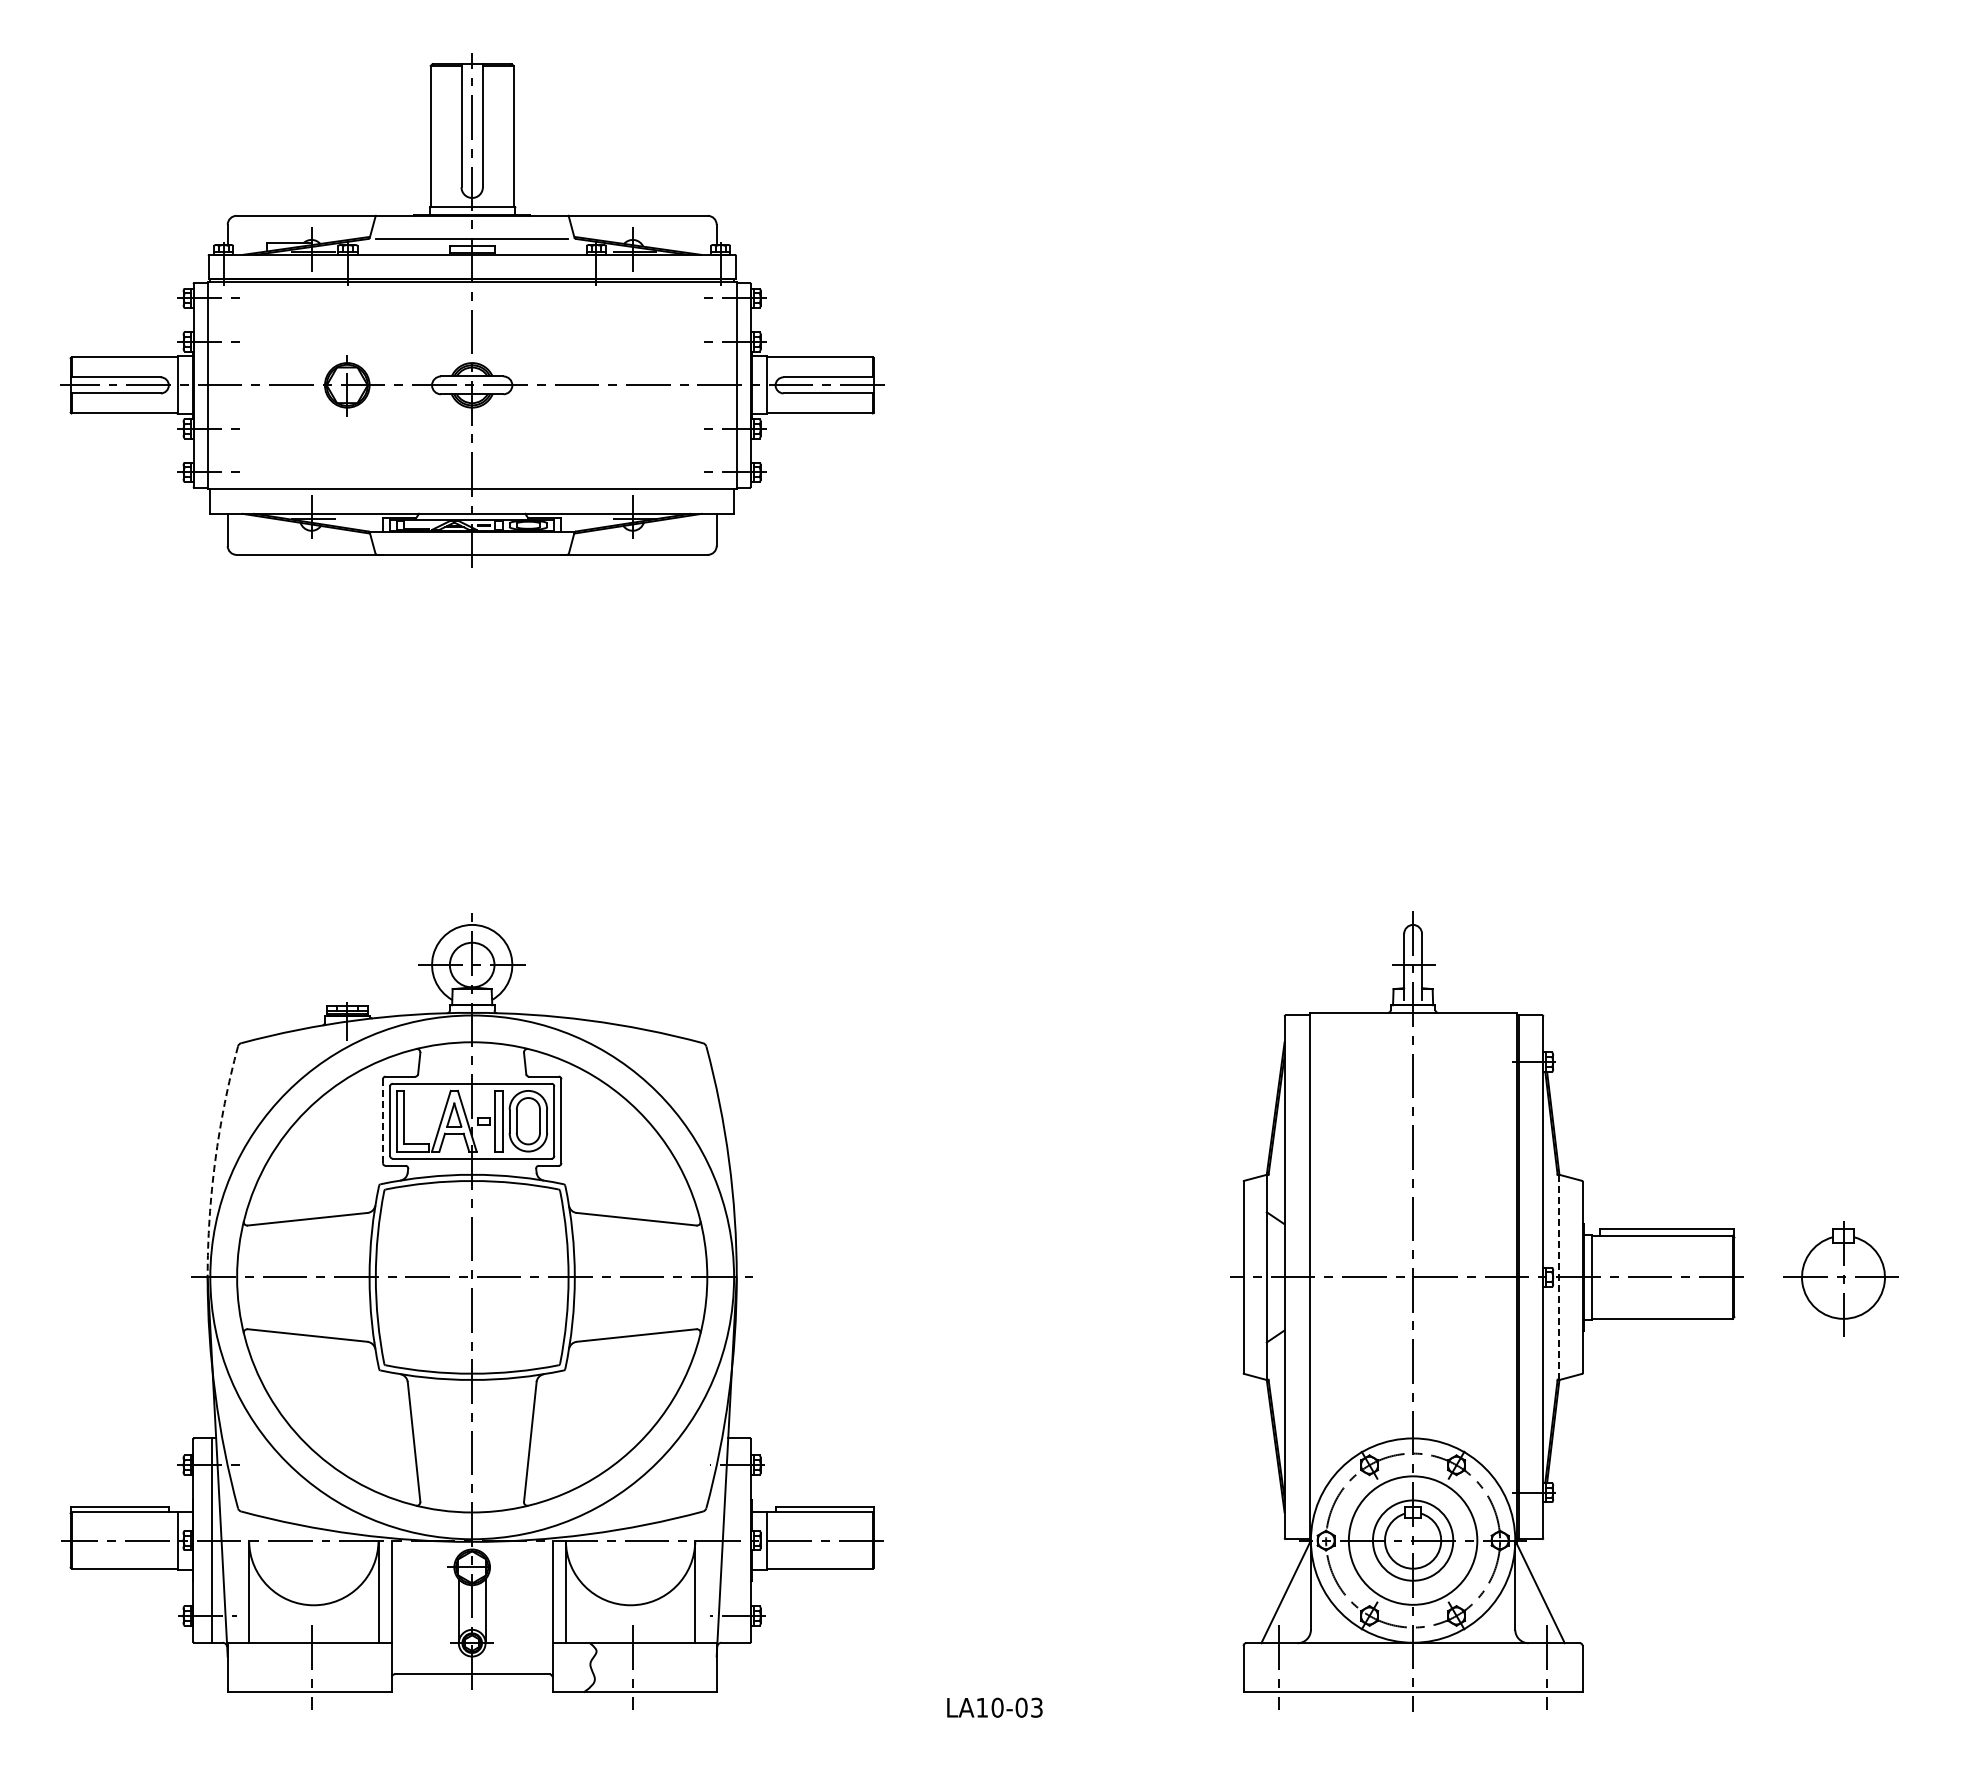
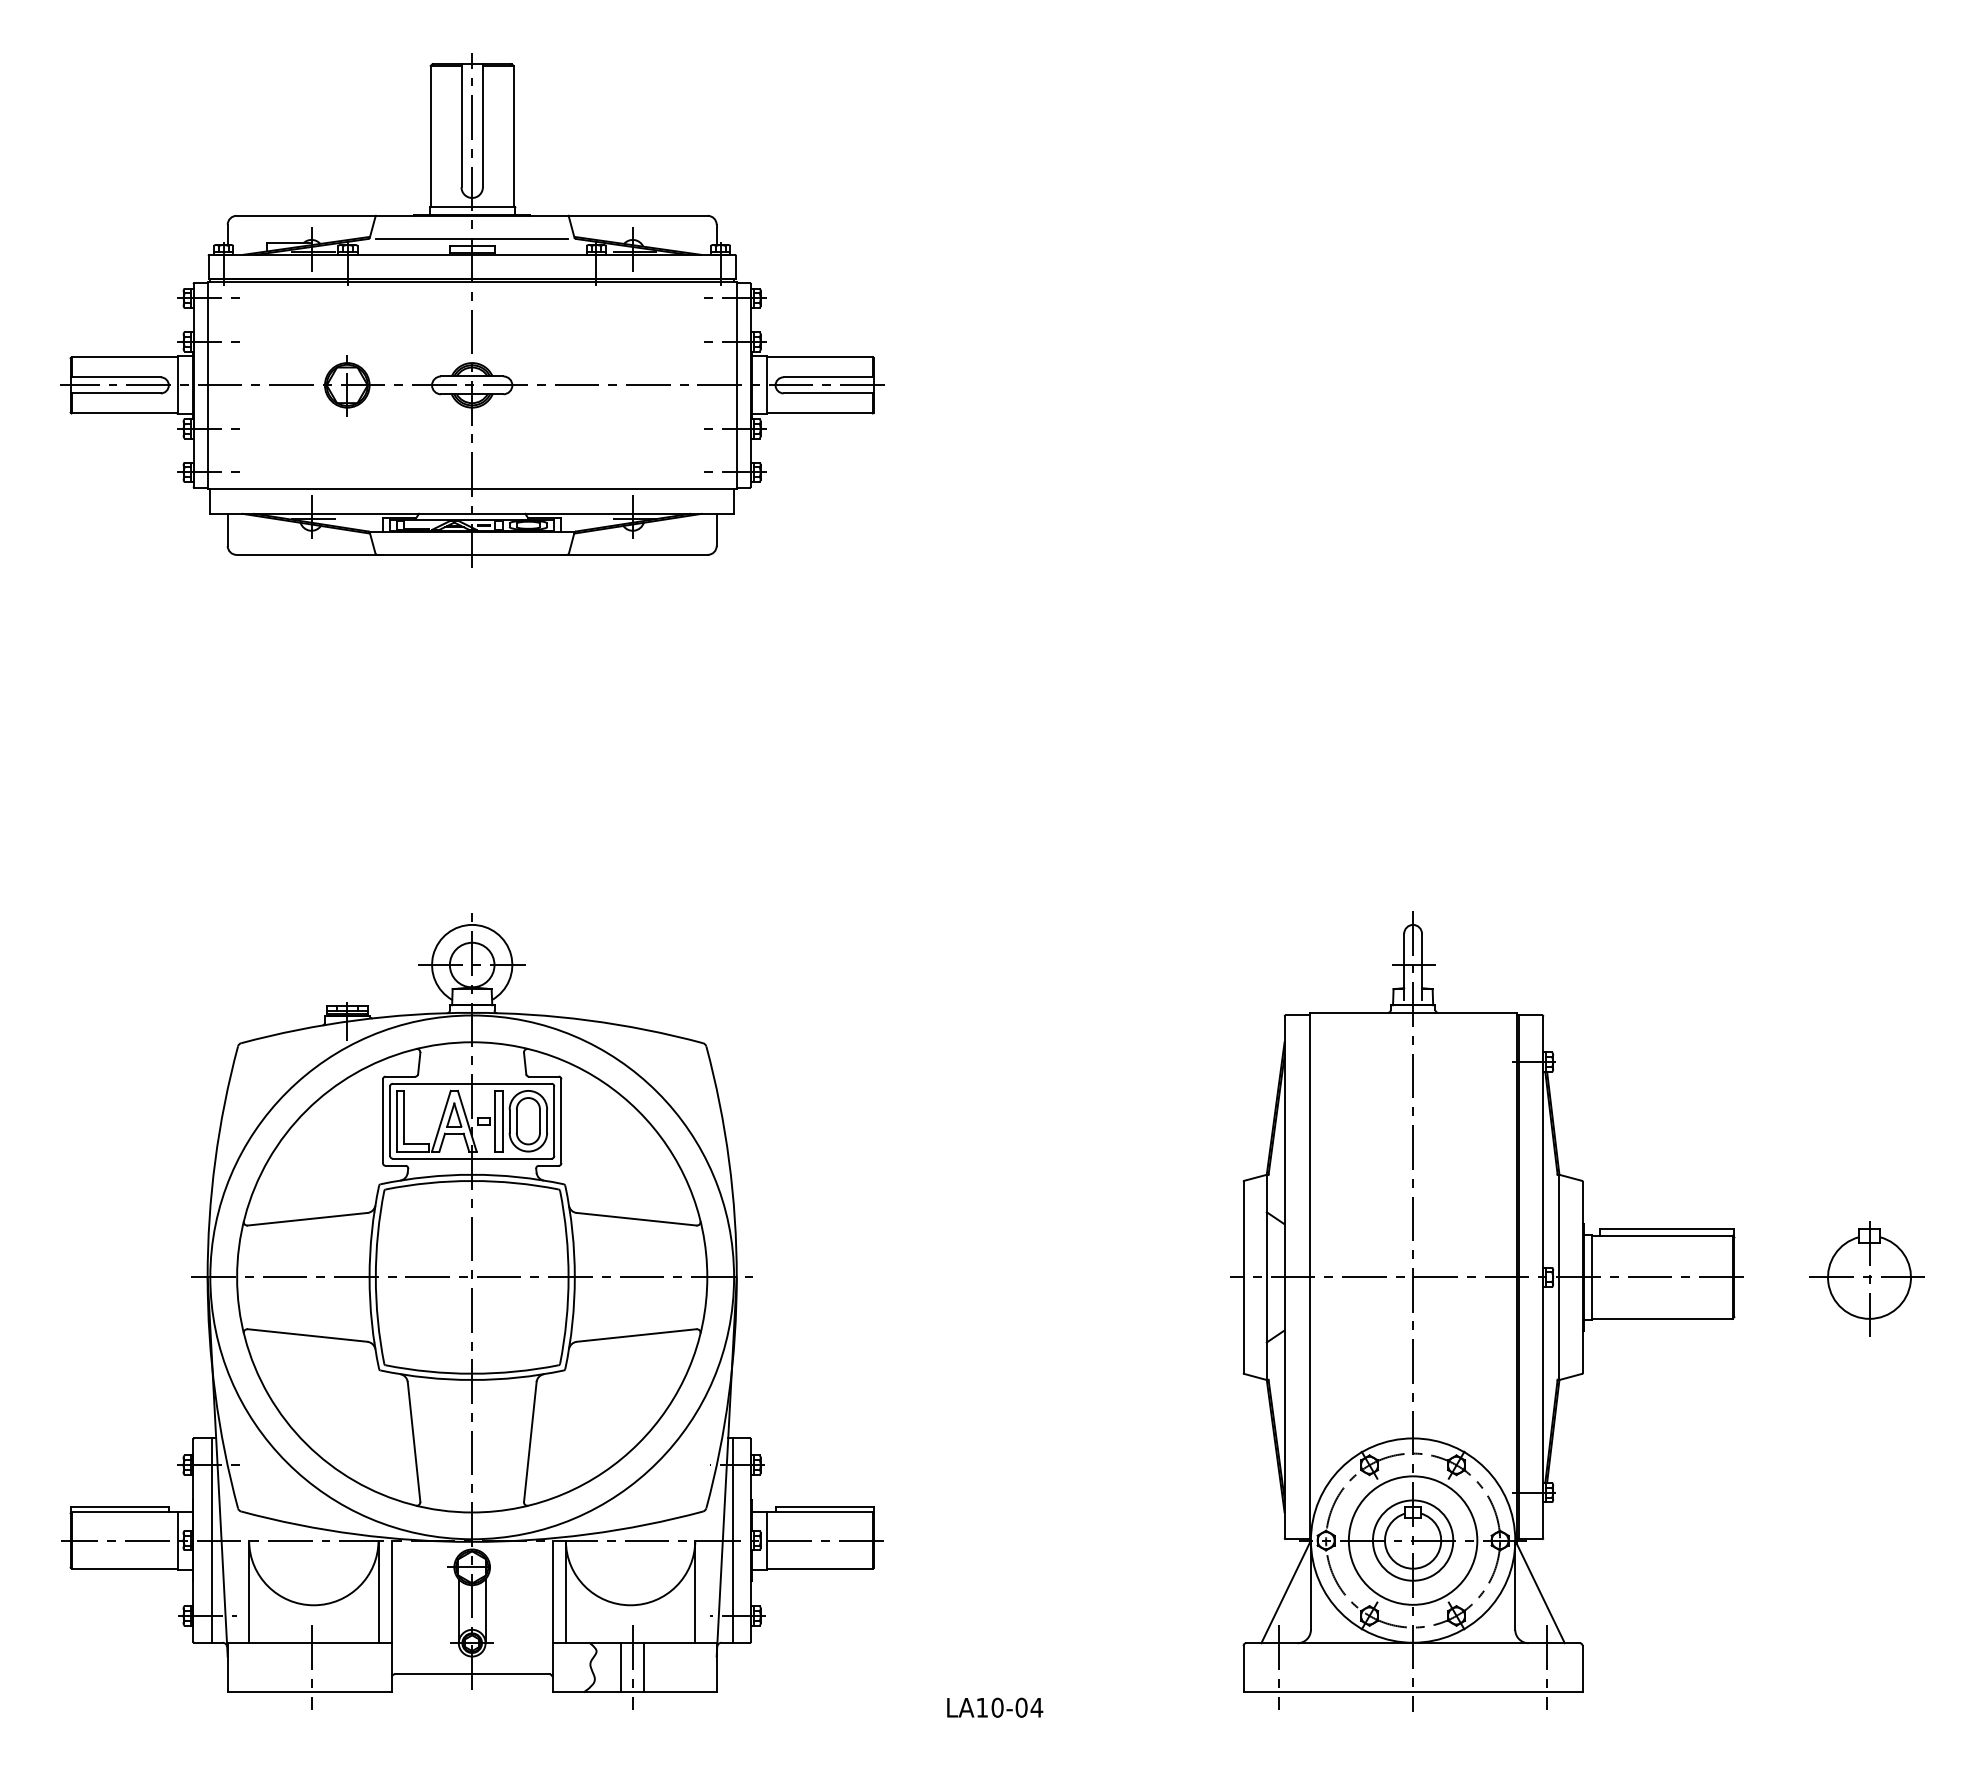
line at (382, 1121): dashed -> solid
arc at (215, 1160): dashed -> solid
line at (1559, 1277): dashed -> solid
part at (1840, 1278) position: (1840, 1278) -> (1866, 1278)
line at (732, 1540): none -> present
line at (621, 1667): none -> present
line at (644, 1667): none -> present
text at (1036, 1707): LA10-03 -> LA10-04
